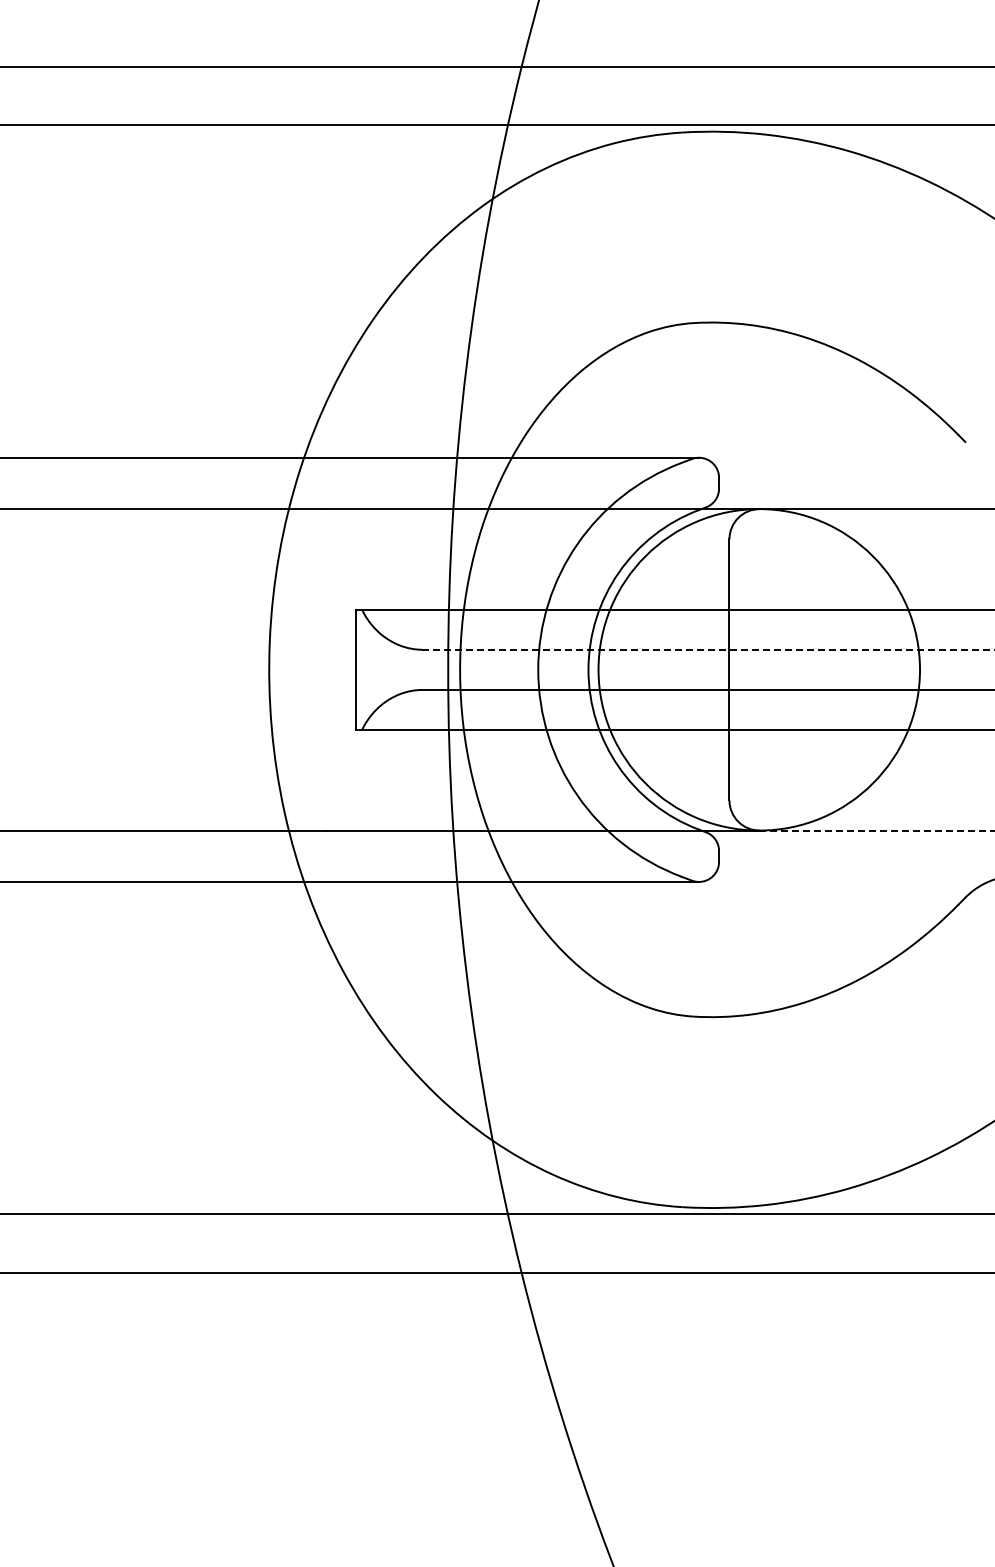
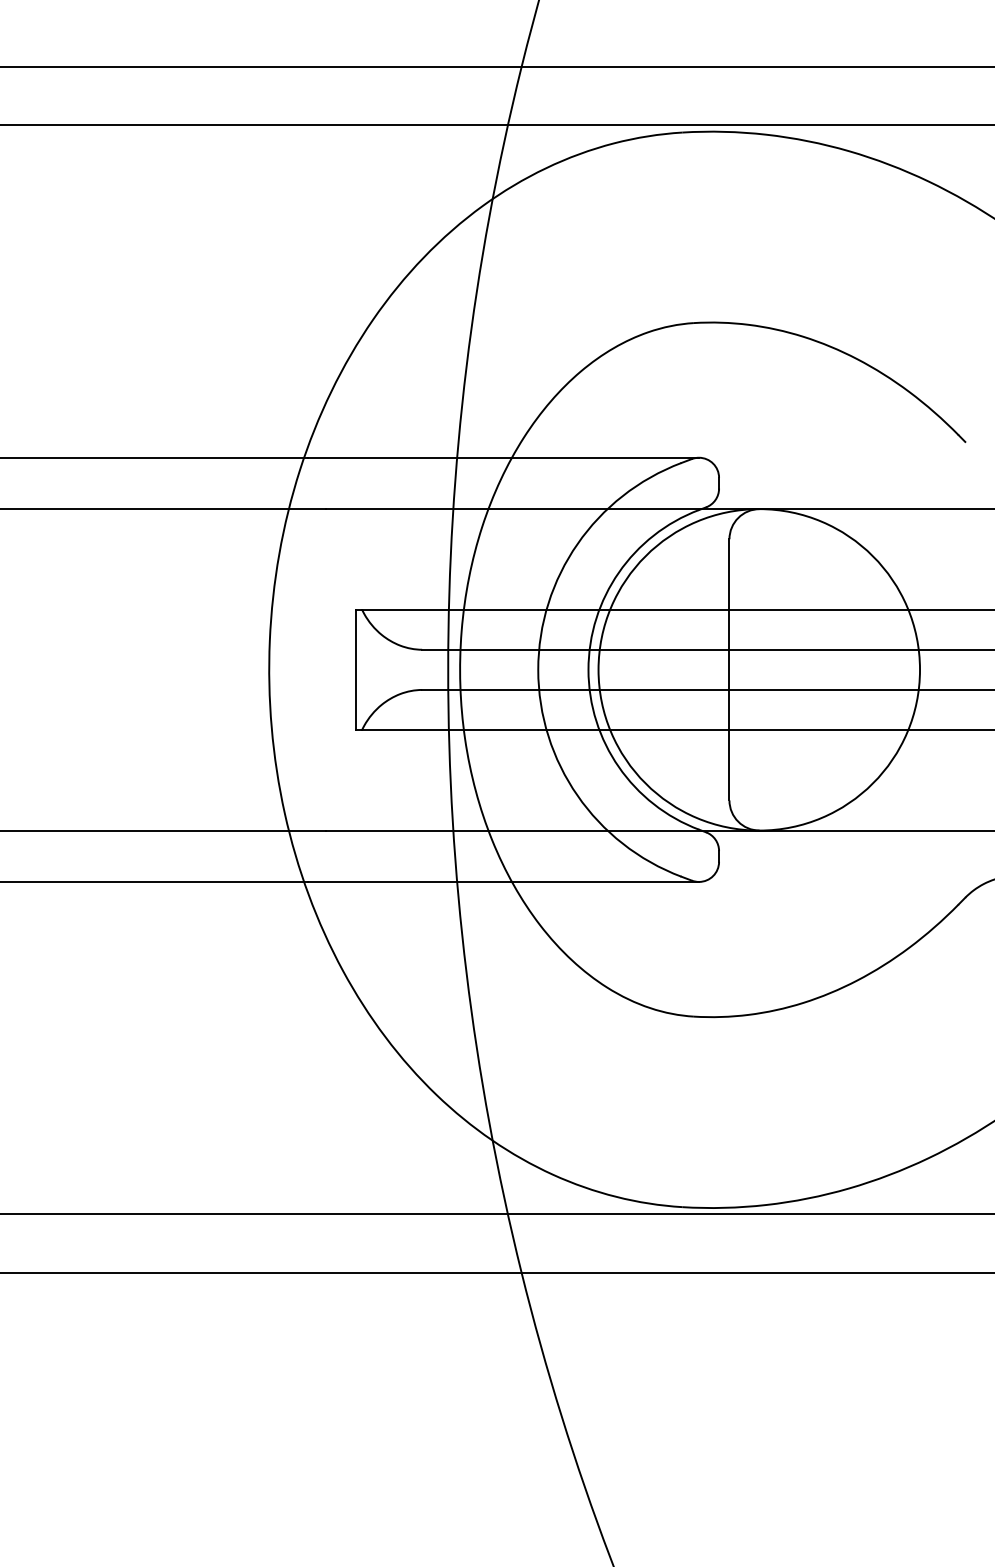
line at (708, 649): dashed -> solid
line at (876, 830): dashed -> solid
